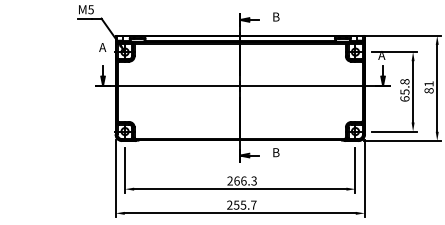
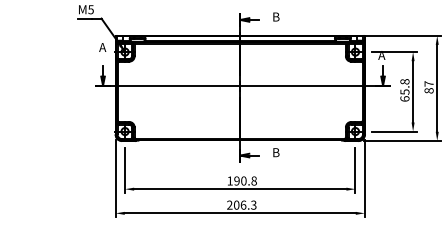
text at (428, 83): 81 -> 87
text at (241, 180): 266.3 -> 190.8
text at (244, 204): 255.7 -> 206.3
